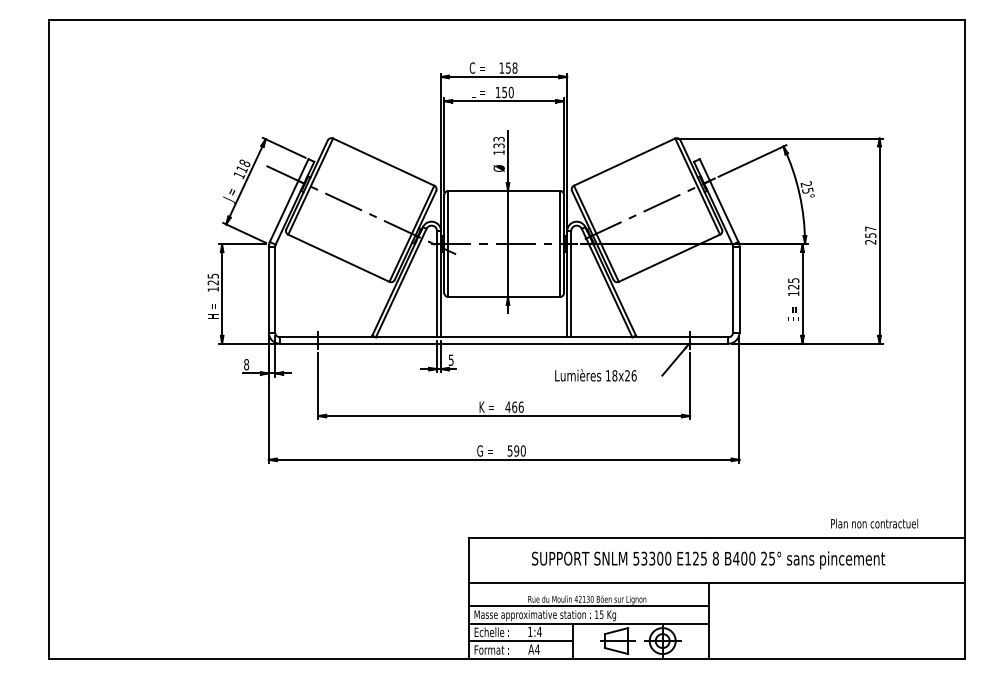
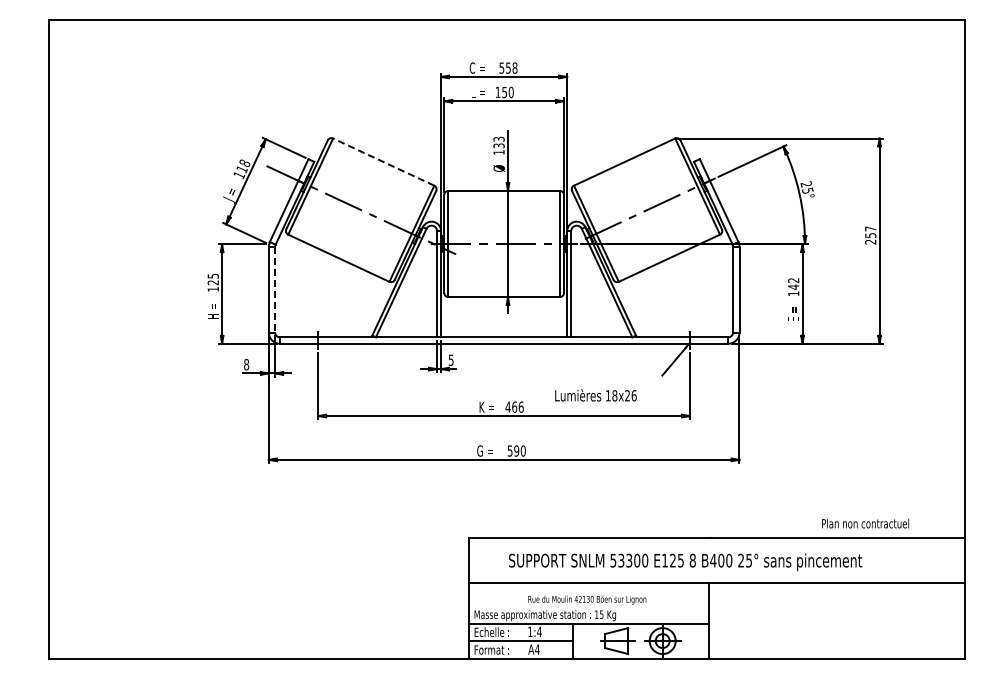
text at (501, 67): 158 -> 558
line at (383, 162): solid -> dashed
text at (793, 283): 125 -> 142
line at (275, 289): solid -> dashed
text at (595, 375) position: (595, 375) -> (595, 395)
text at (874, 523) position: (874, 523) -> (865, 523)
text at (708, 560) position: (708, 560) -> (685, 562)
line at (588, 606): present -> none
